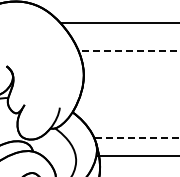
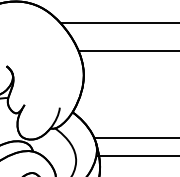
line at (128, 51): dashed -> solid
line at (136, 138): dashed -> solid
